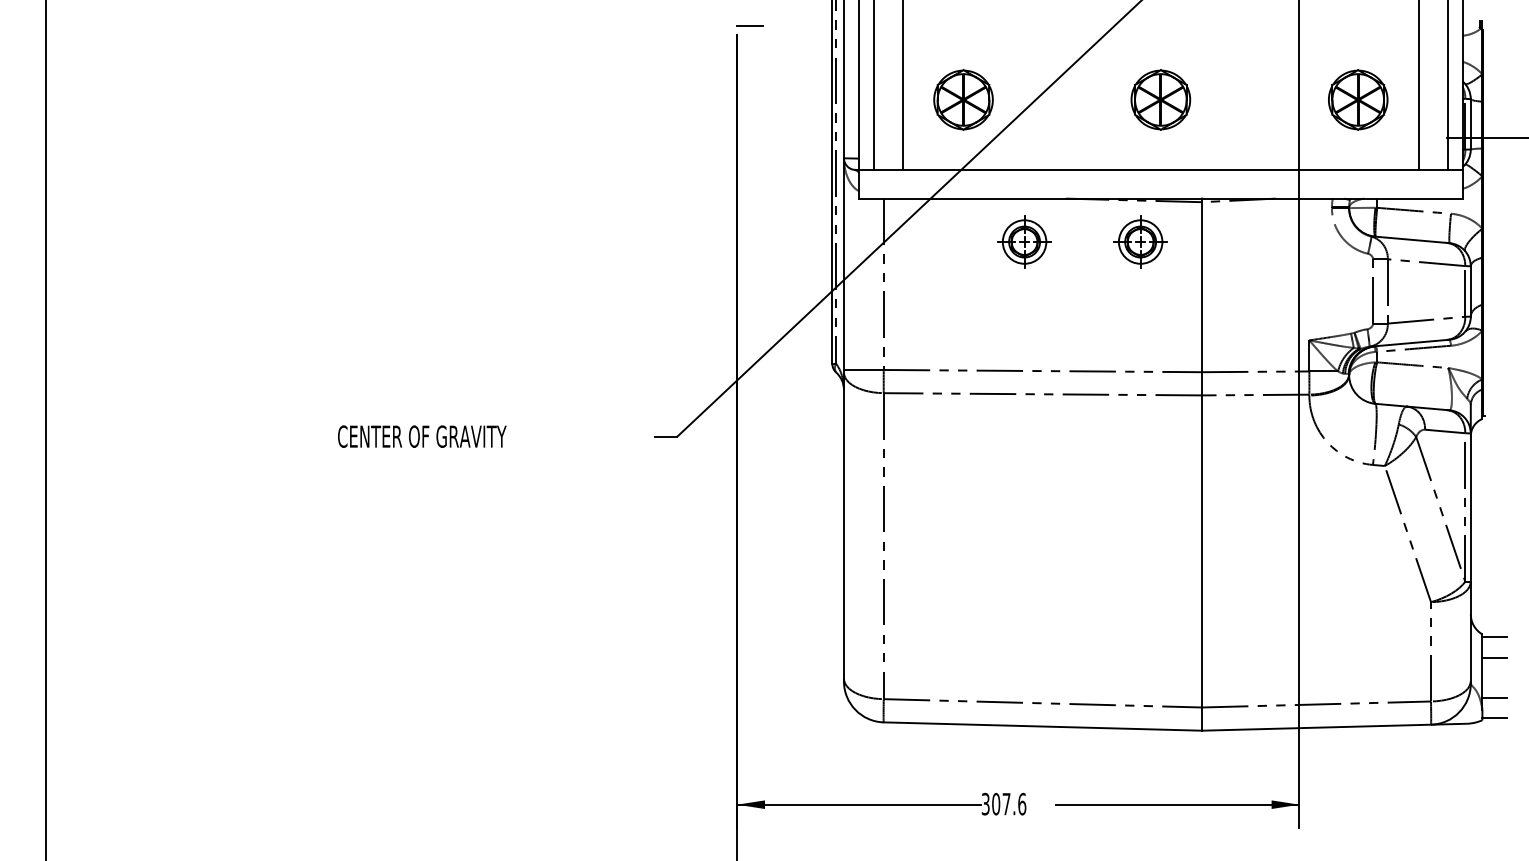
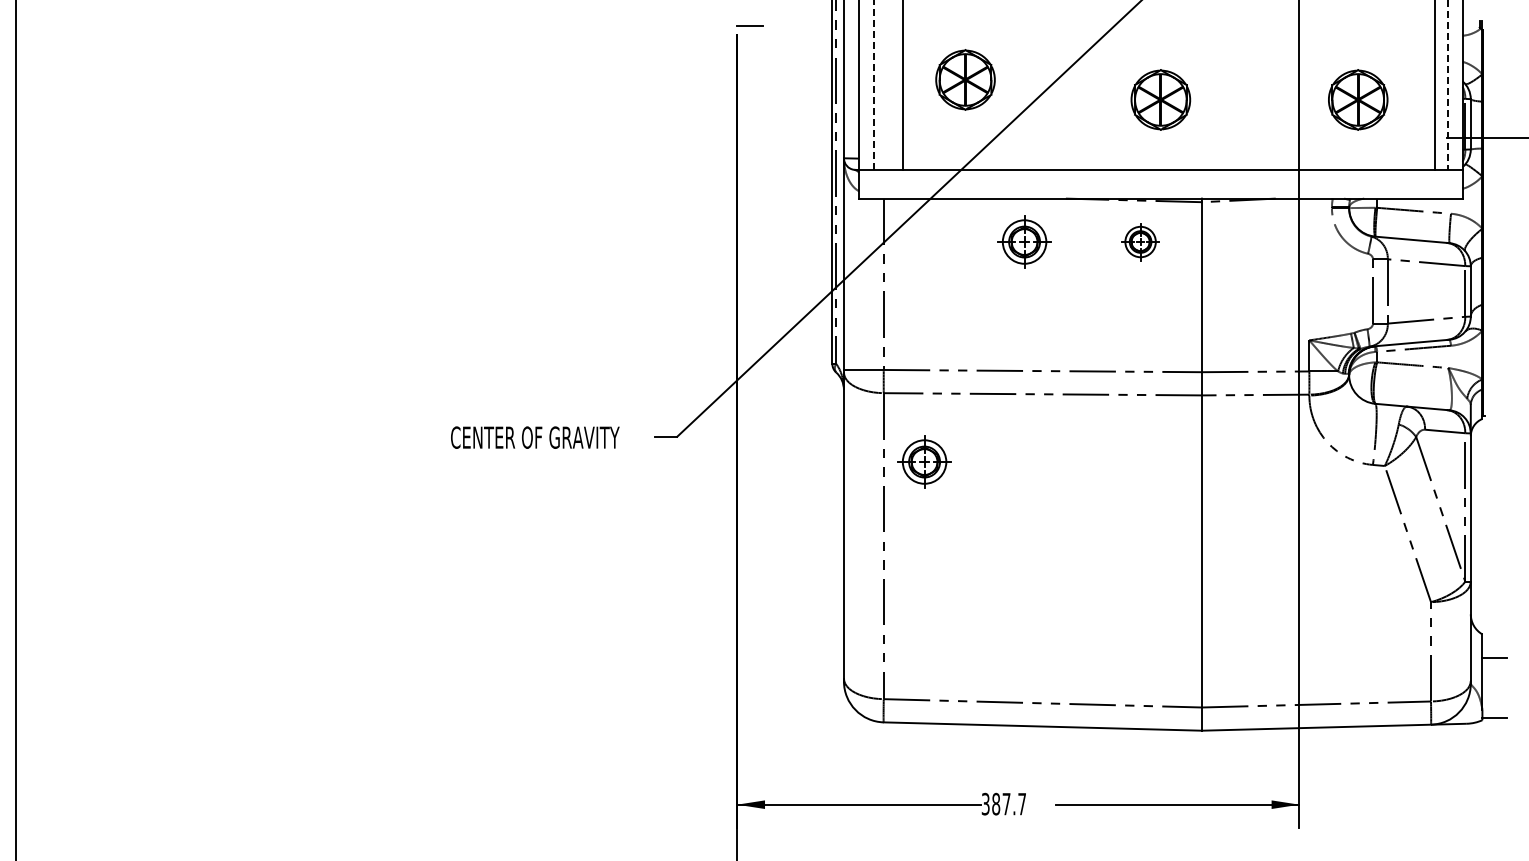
line at (873, 84): solid -> dashed
line at (1419, 85) position: (1419, 85) -> (1435, 85)
line at (1448, 85): solid -> dashed
part at (963, 99) position: (963, 99) -> (965, 79)
part at (1140, 241) size: 55x54 px -> 39x39 px
line at (45, 429) position: (45, 429) -> (15, 429)
text at (422, 436) position: (422, 436) -> (535, 437)
part at (924, 461): none -> present
line at (1494, 637): present -> none
line at (1494, 698): present -> none
text at (1009, 803): 307.6 -> 387.7
